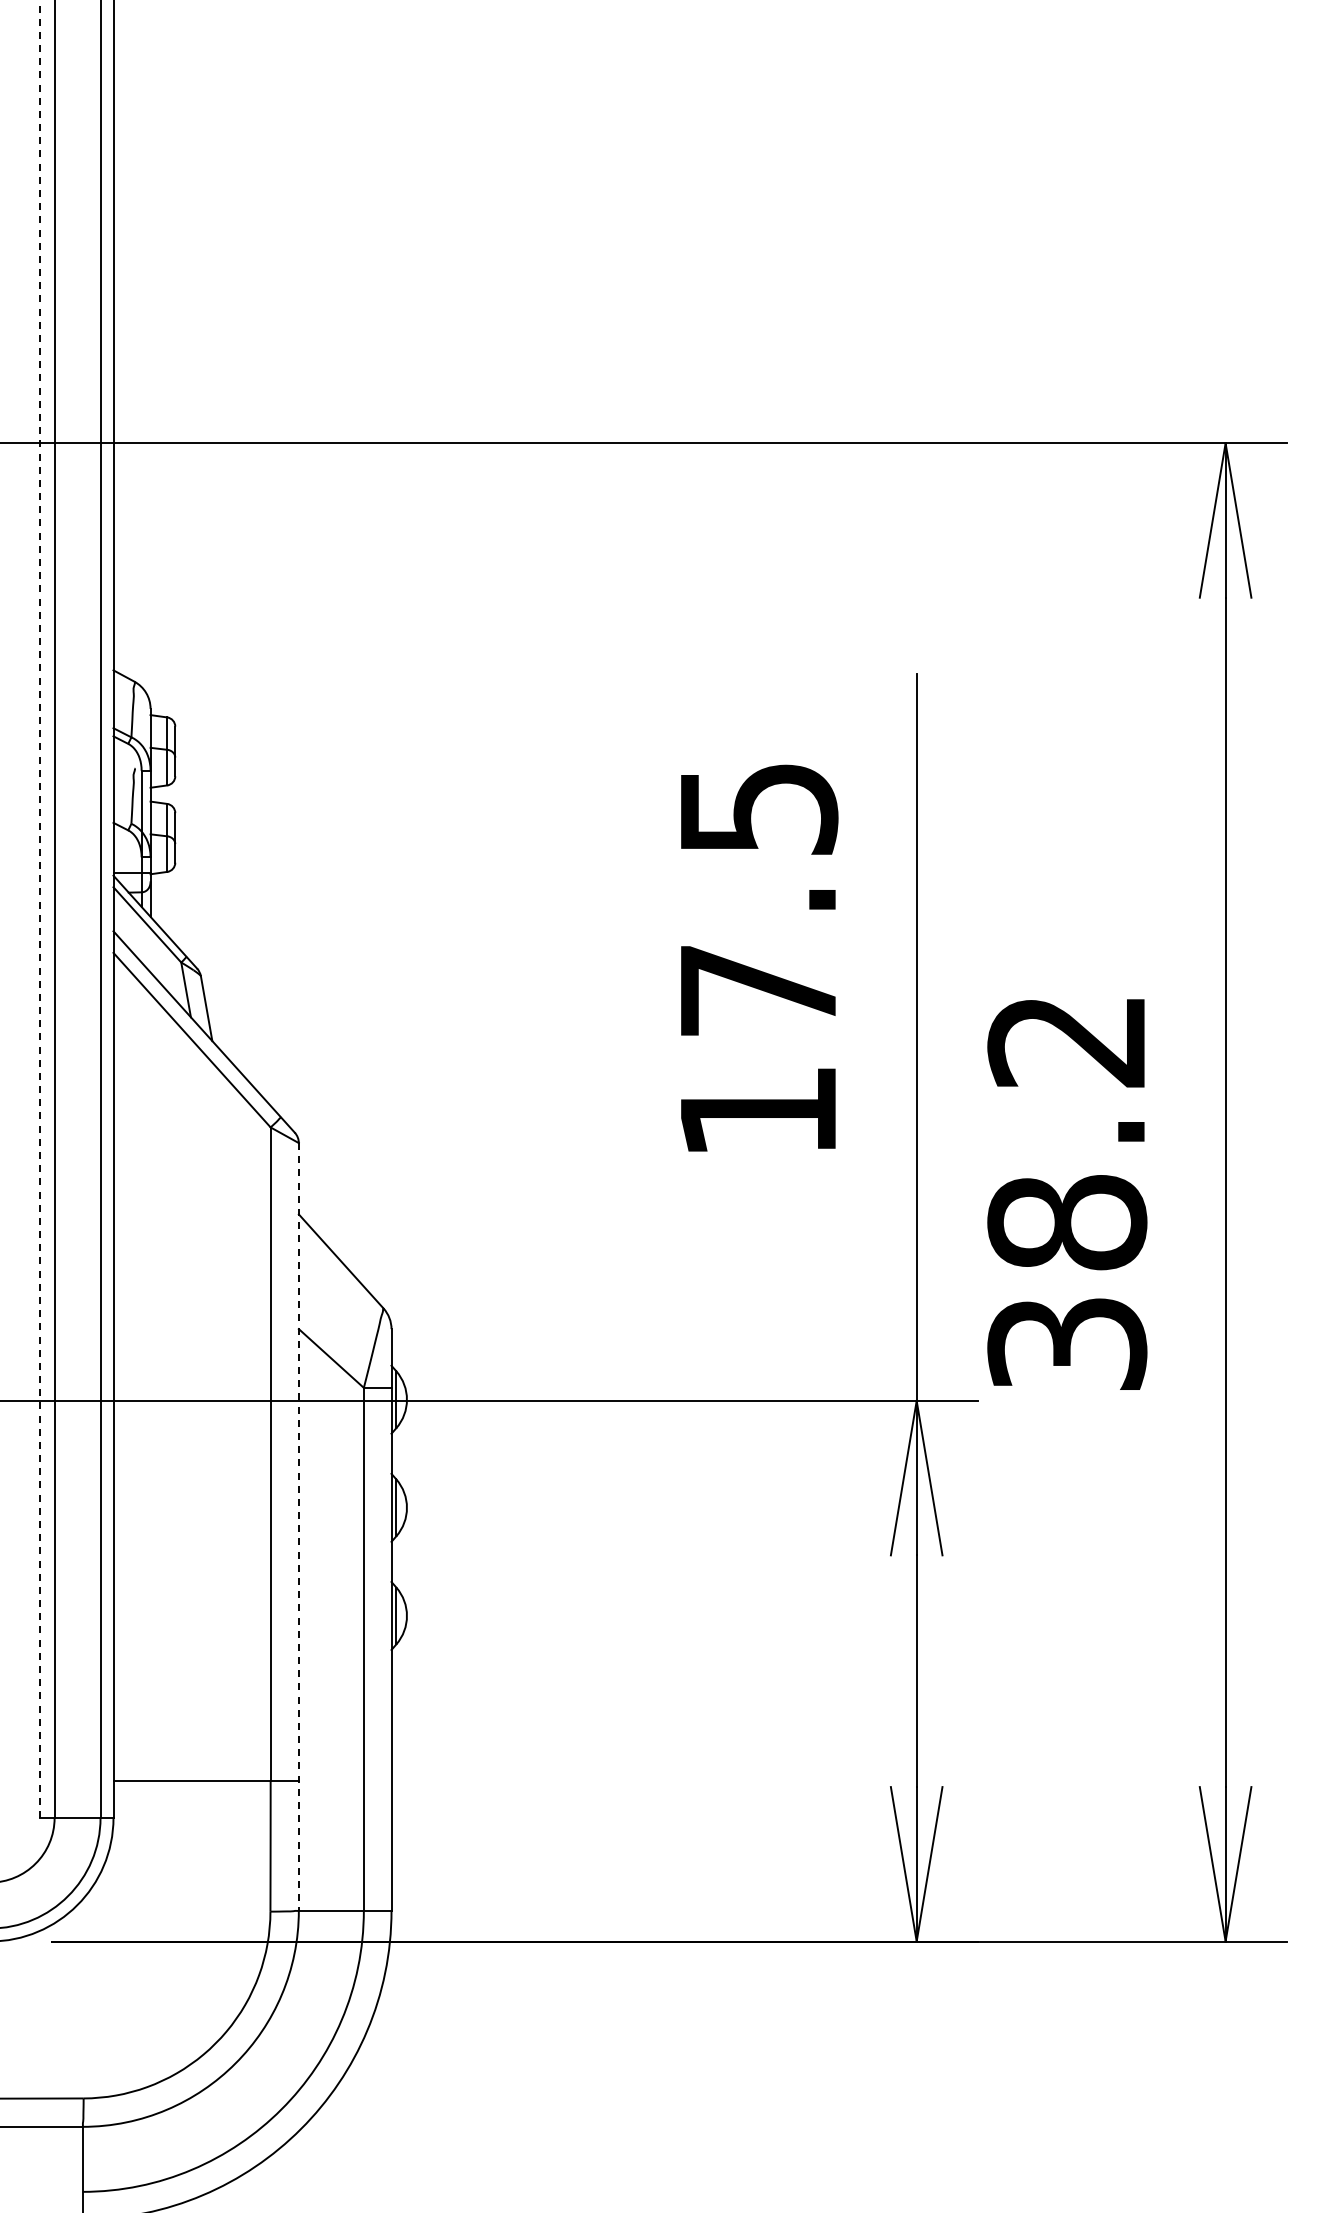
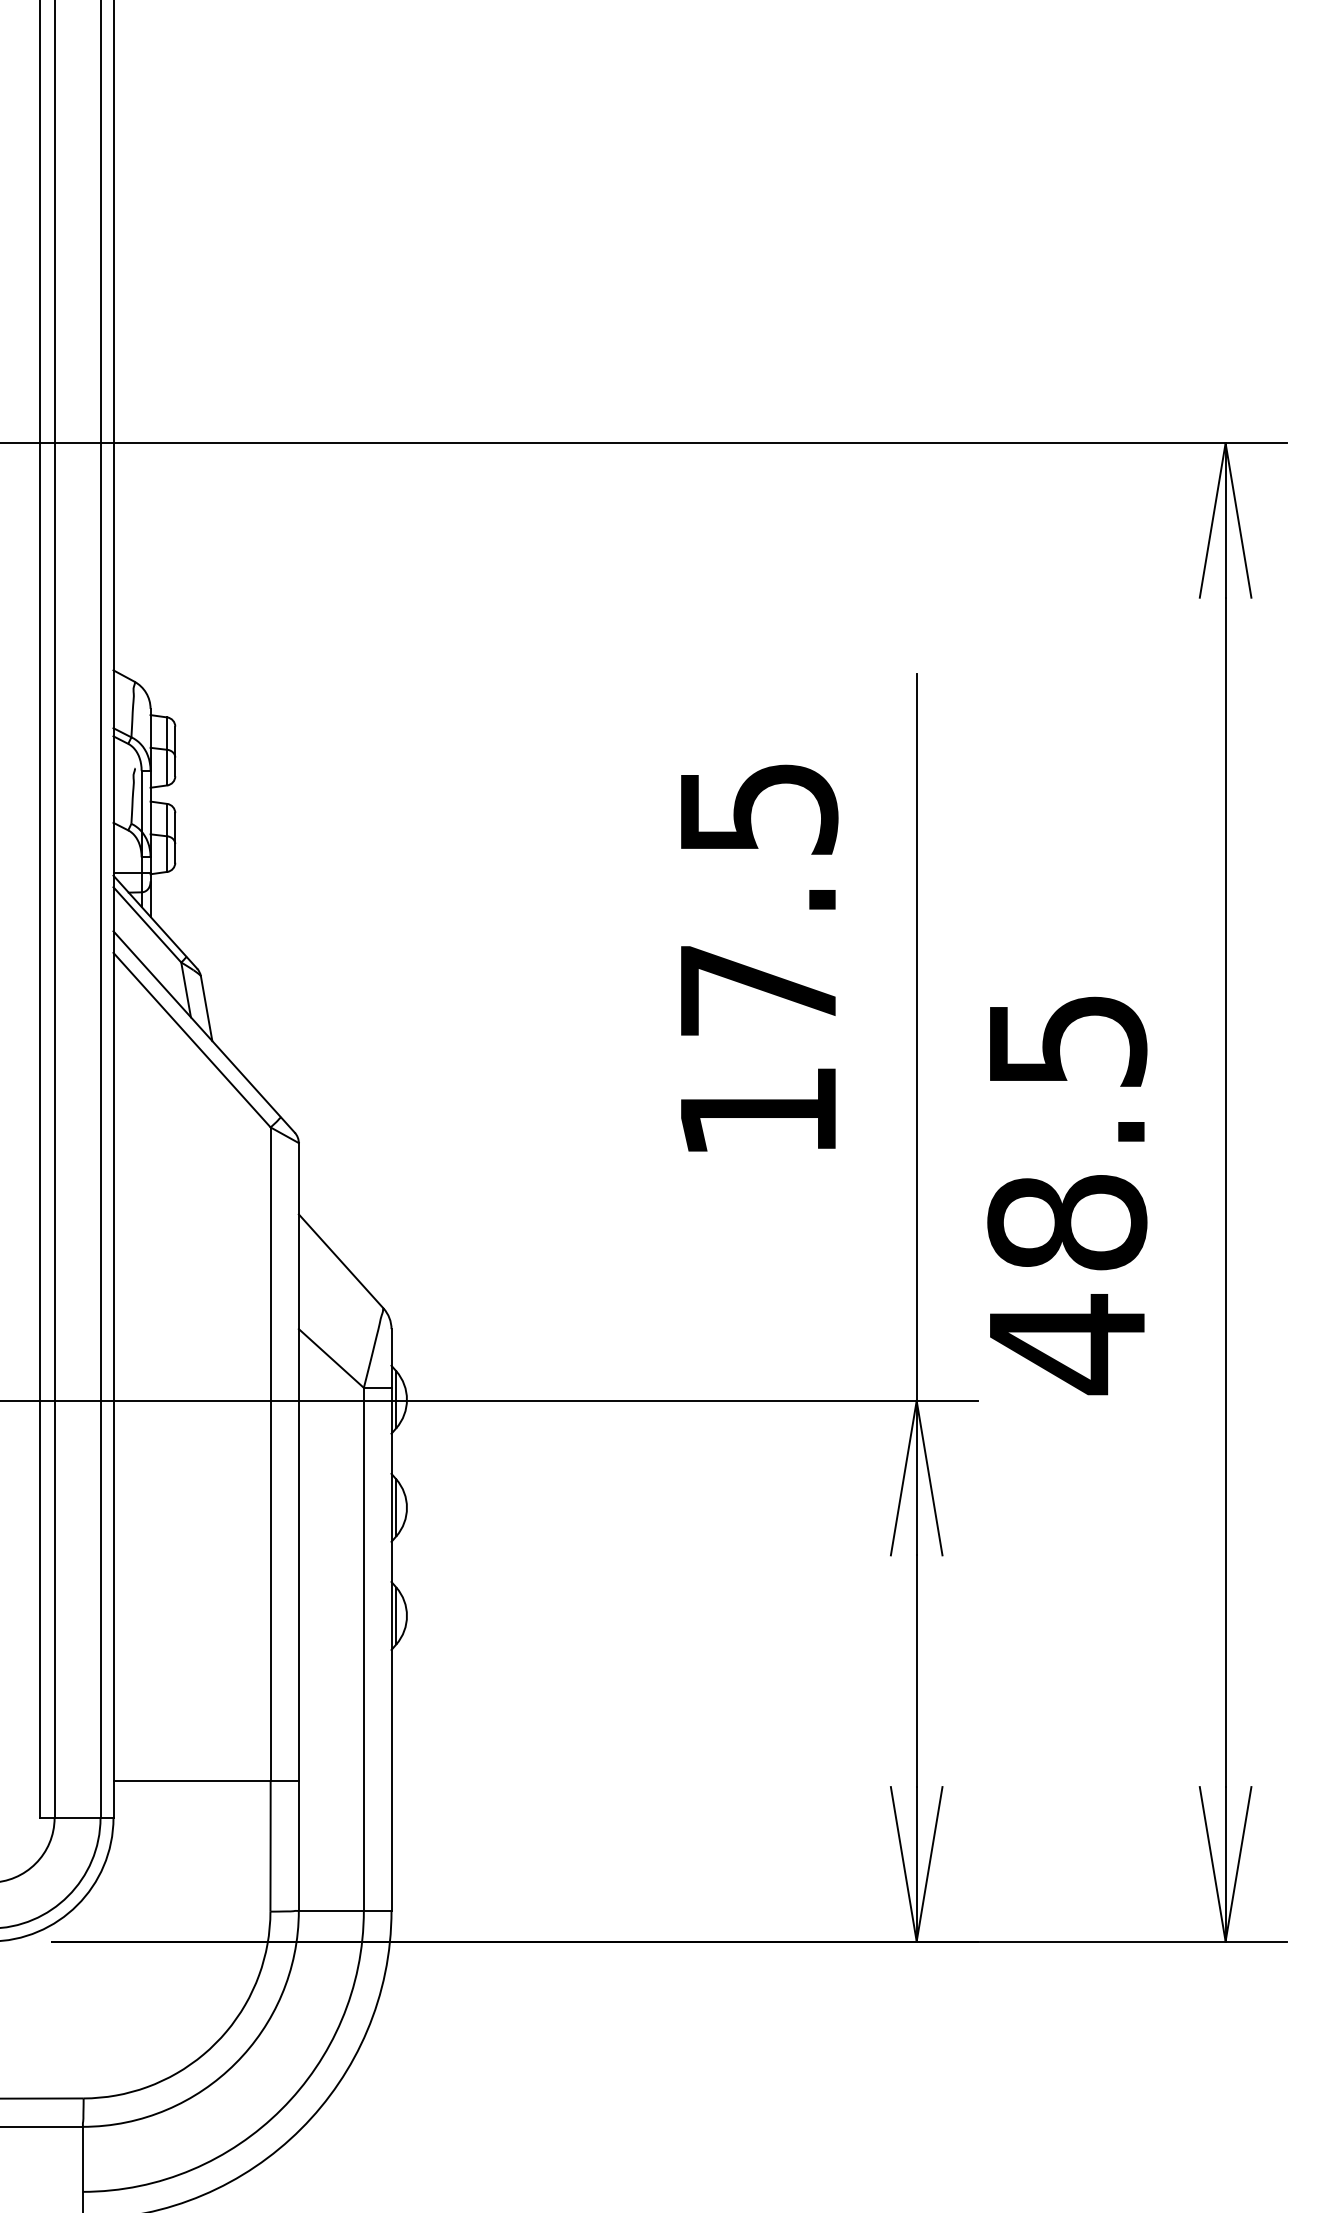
line at (39, 908): dashed -> solid
text at (1067, 1195): 38.2 -> 48.5
line at (298, 1526): dashed -> solid
